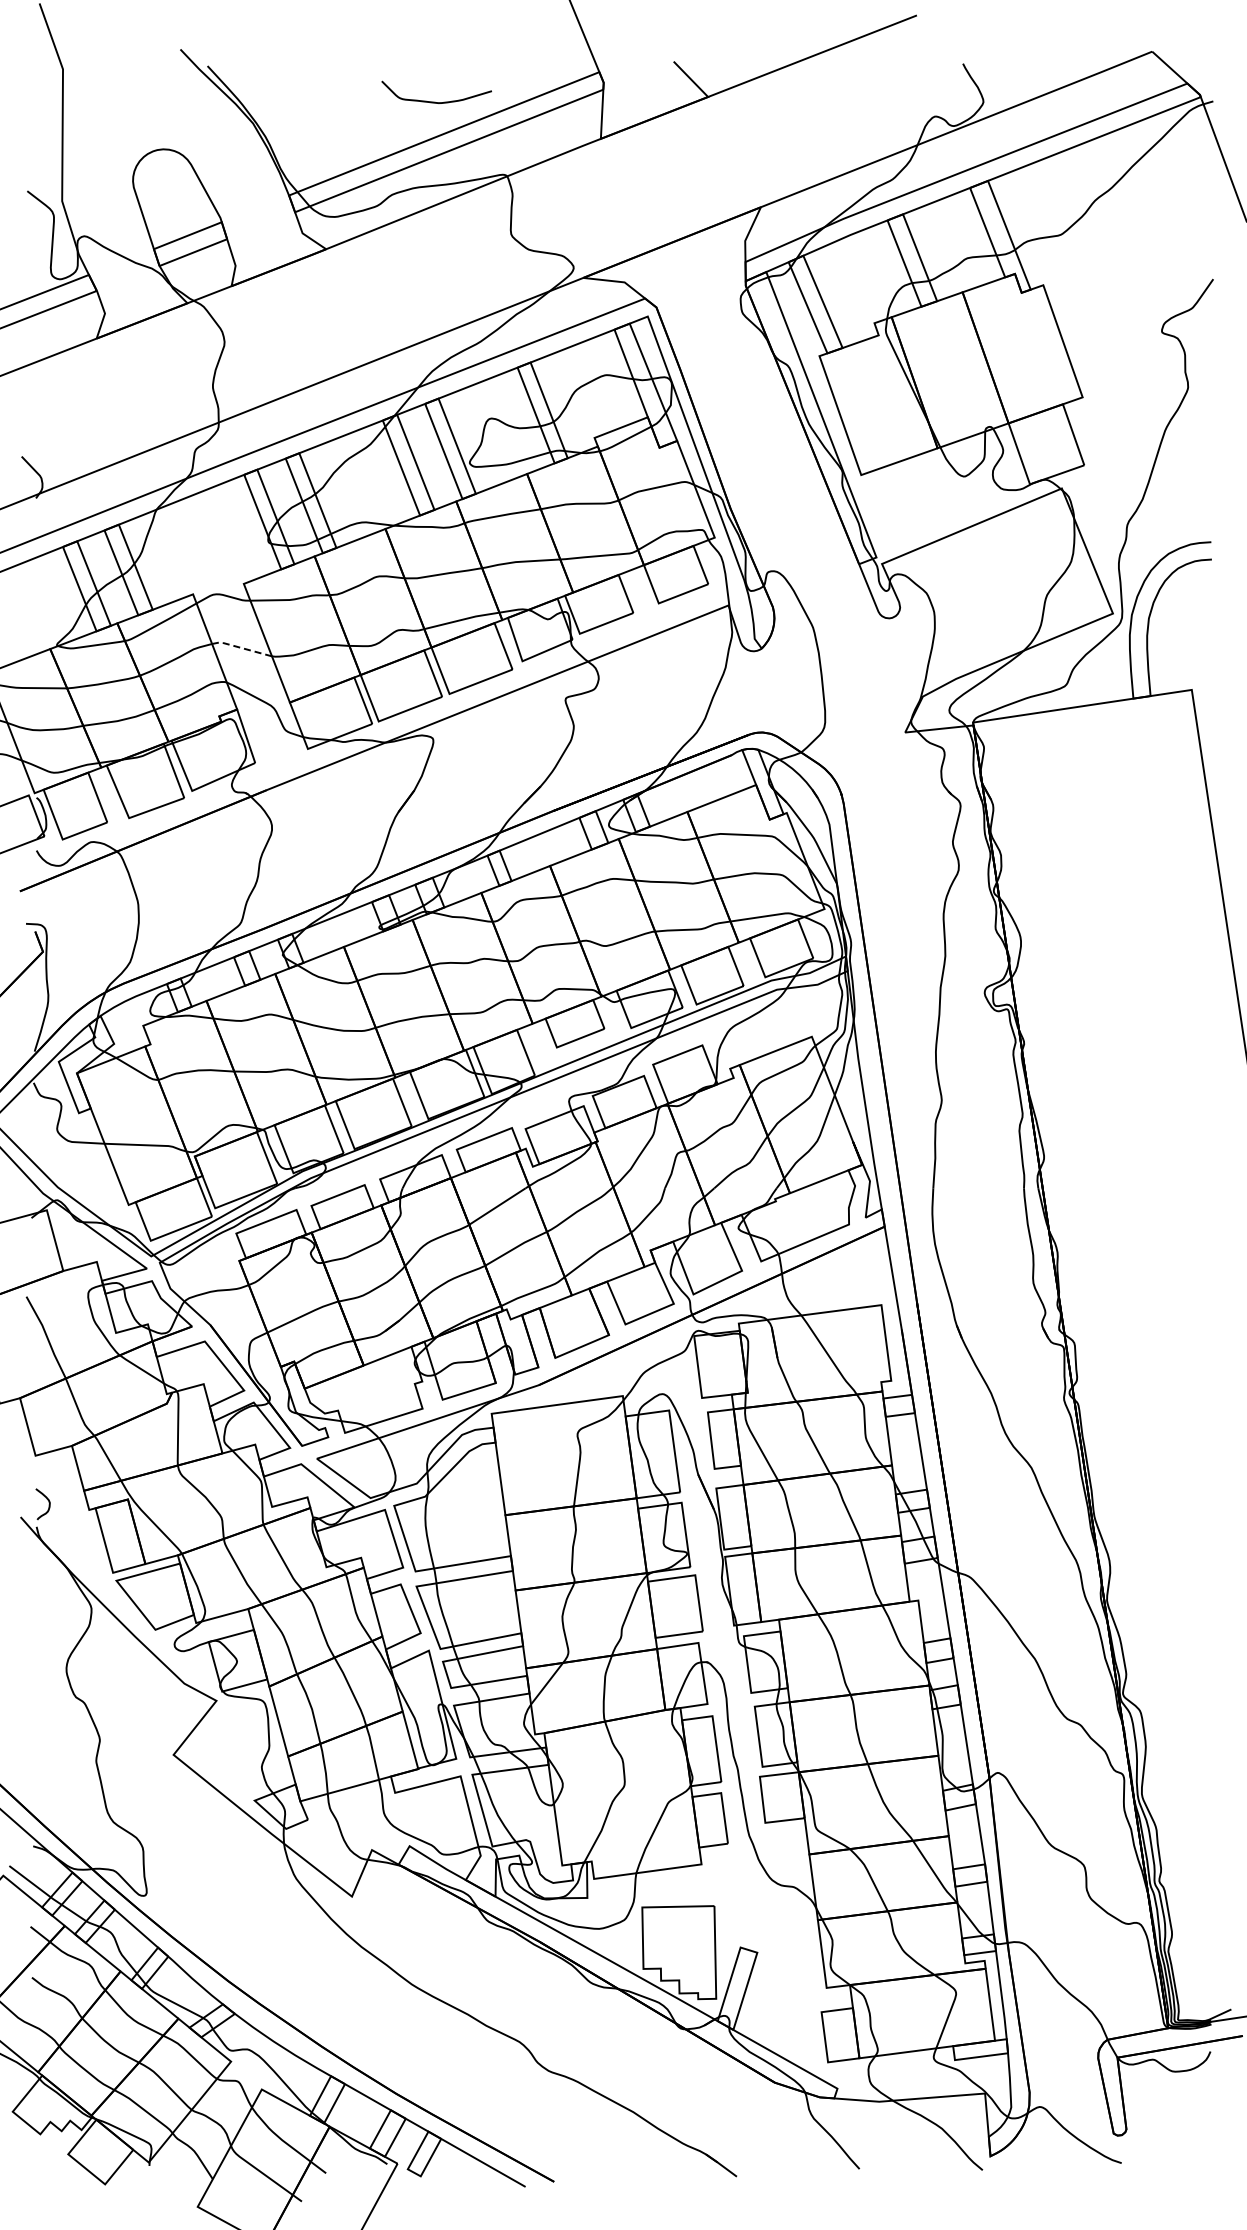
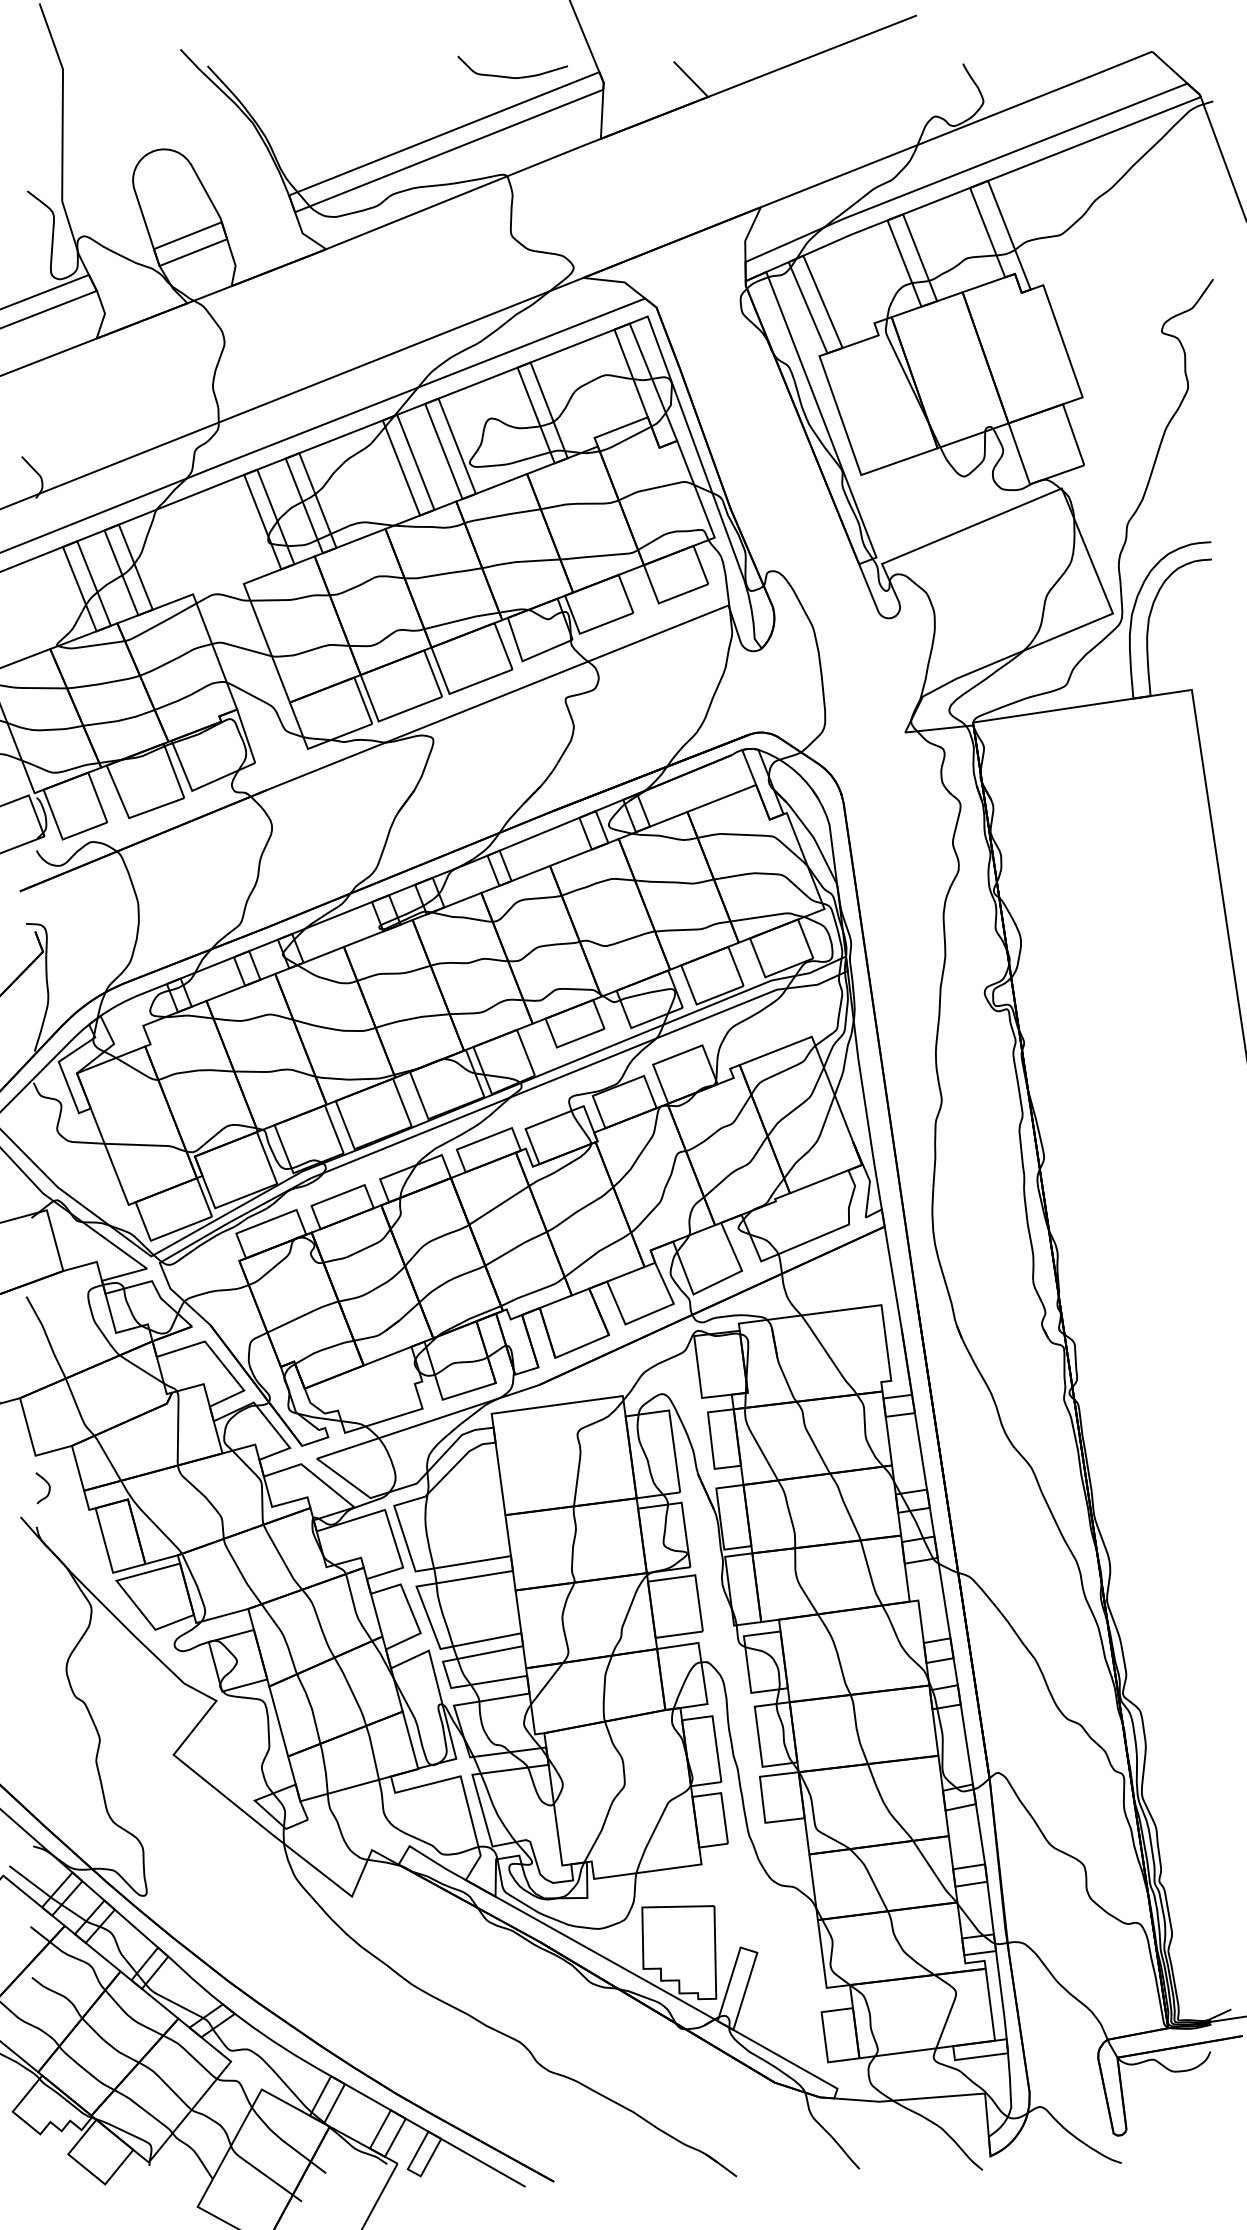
curve at (435, 101) position: (435, 101) -> (511, 76)
line at (240, 647): dashed -> solid
curve at (46, 1499) position: (46, 1499) -> (46, 1483)
